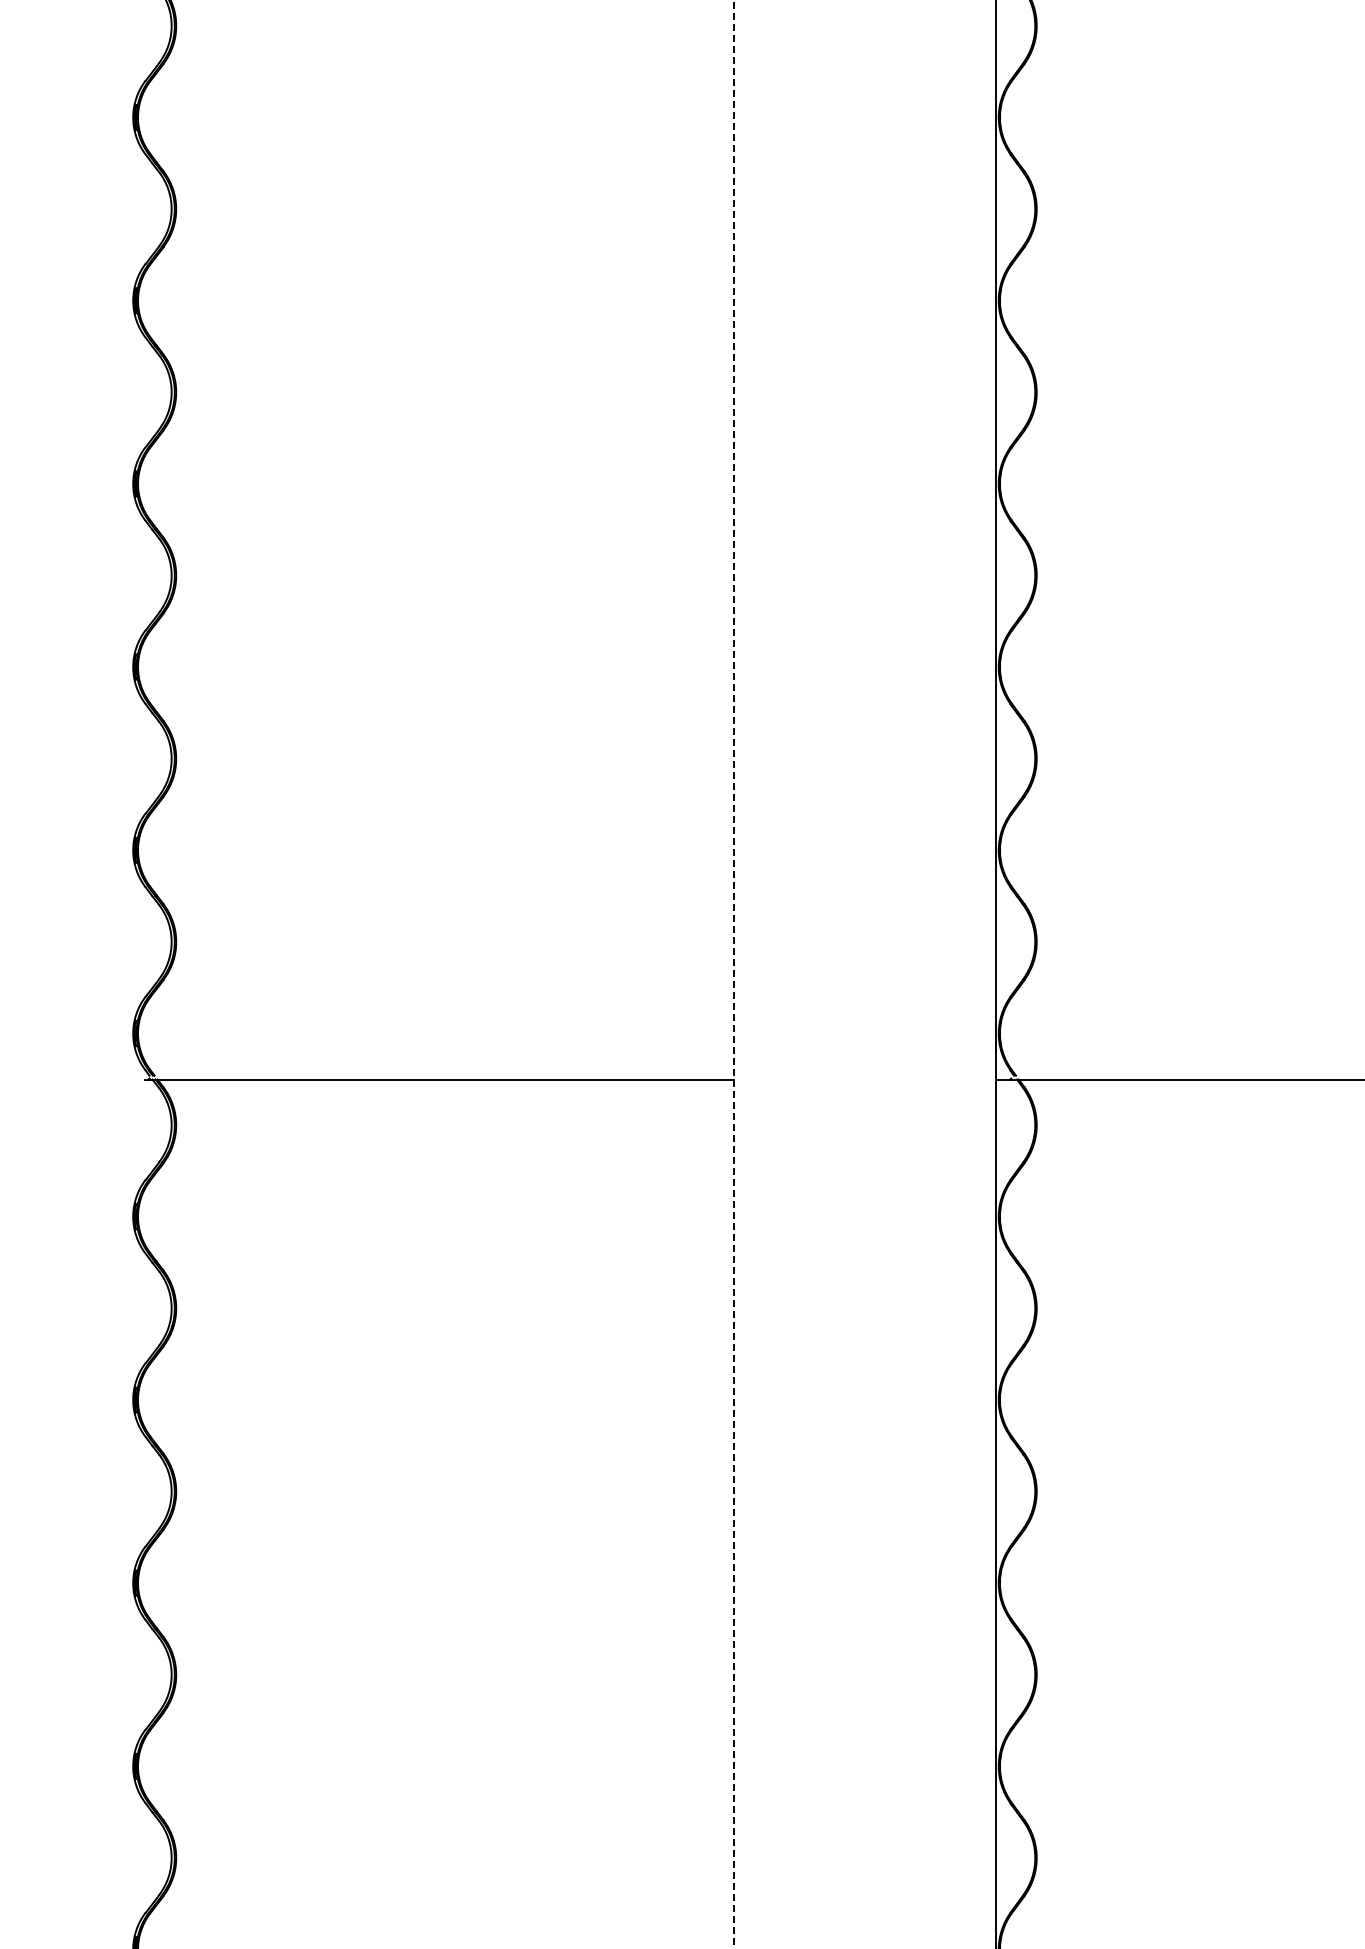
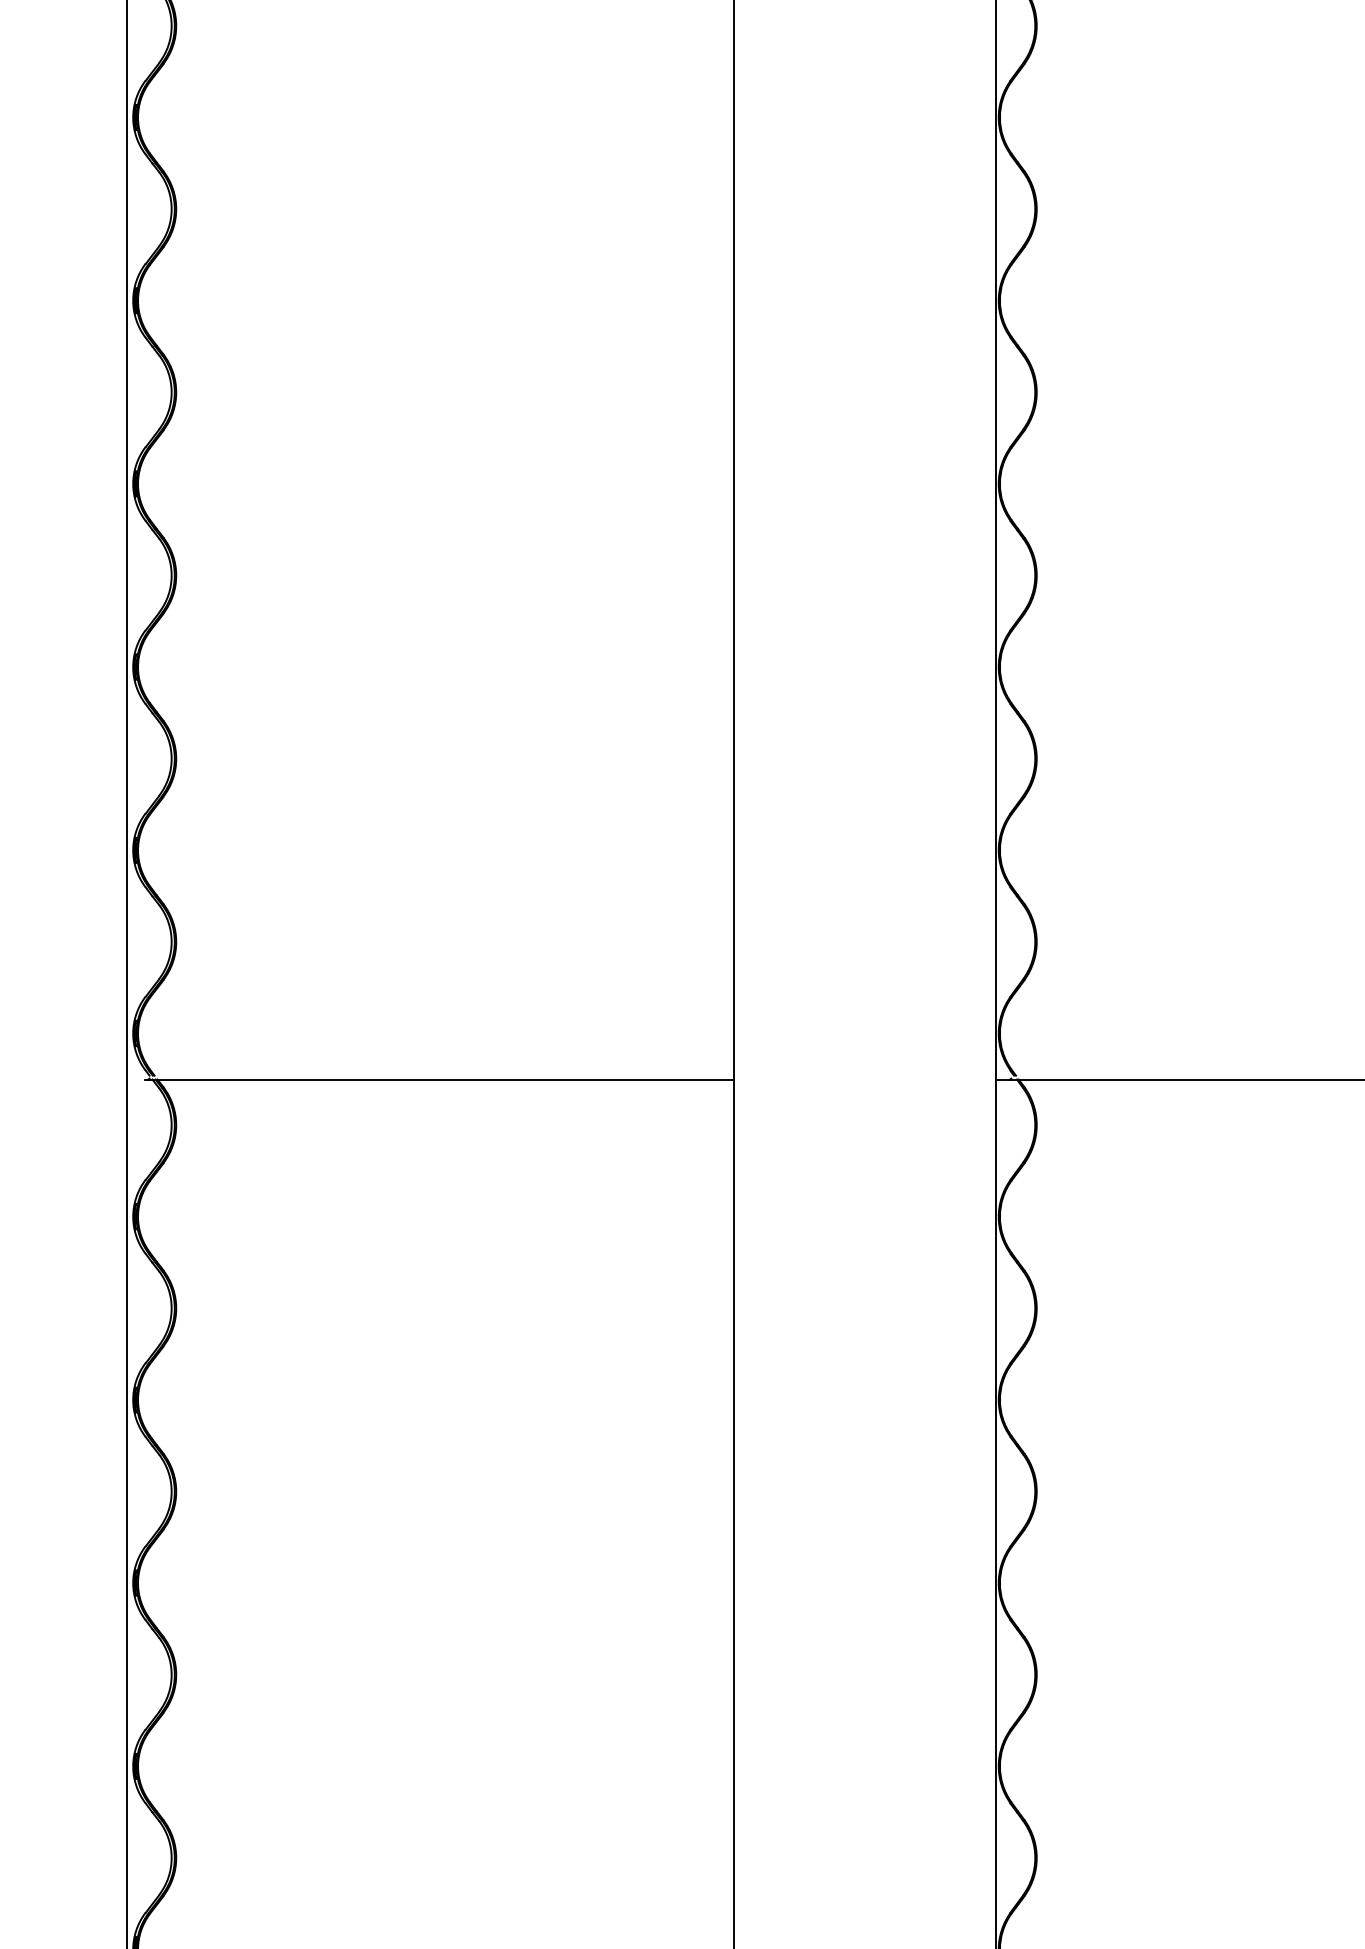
line at (126, 973): none -> present
line at (733, 974): dashed -> solid
